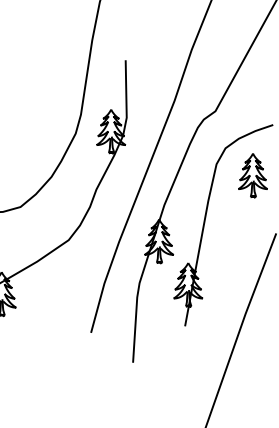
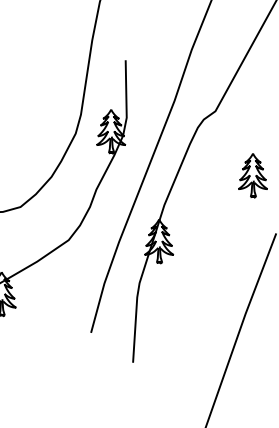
part at (205, 223): present -> none
